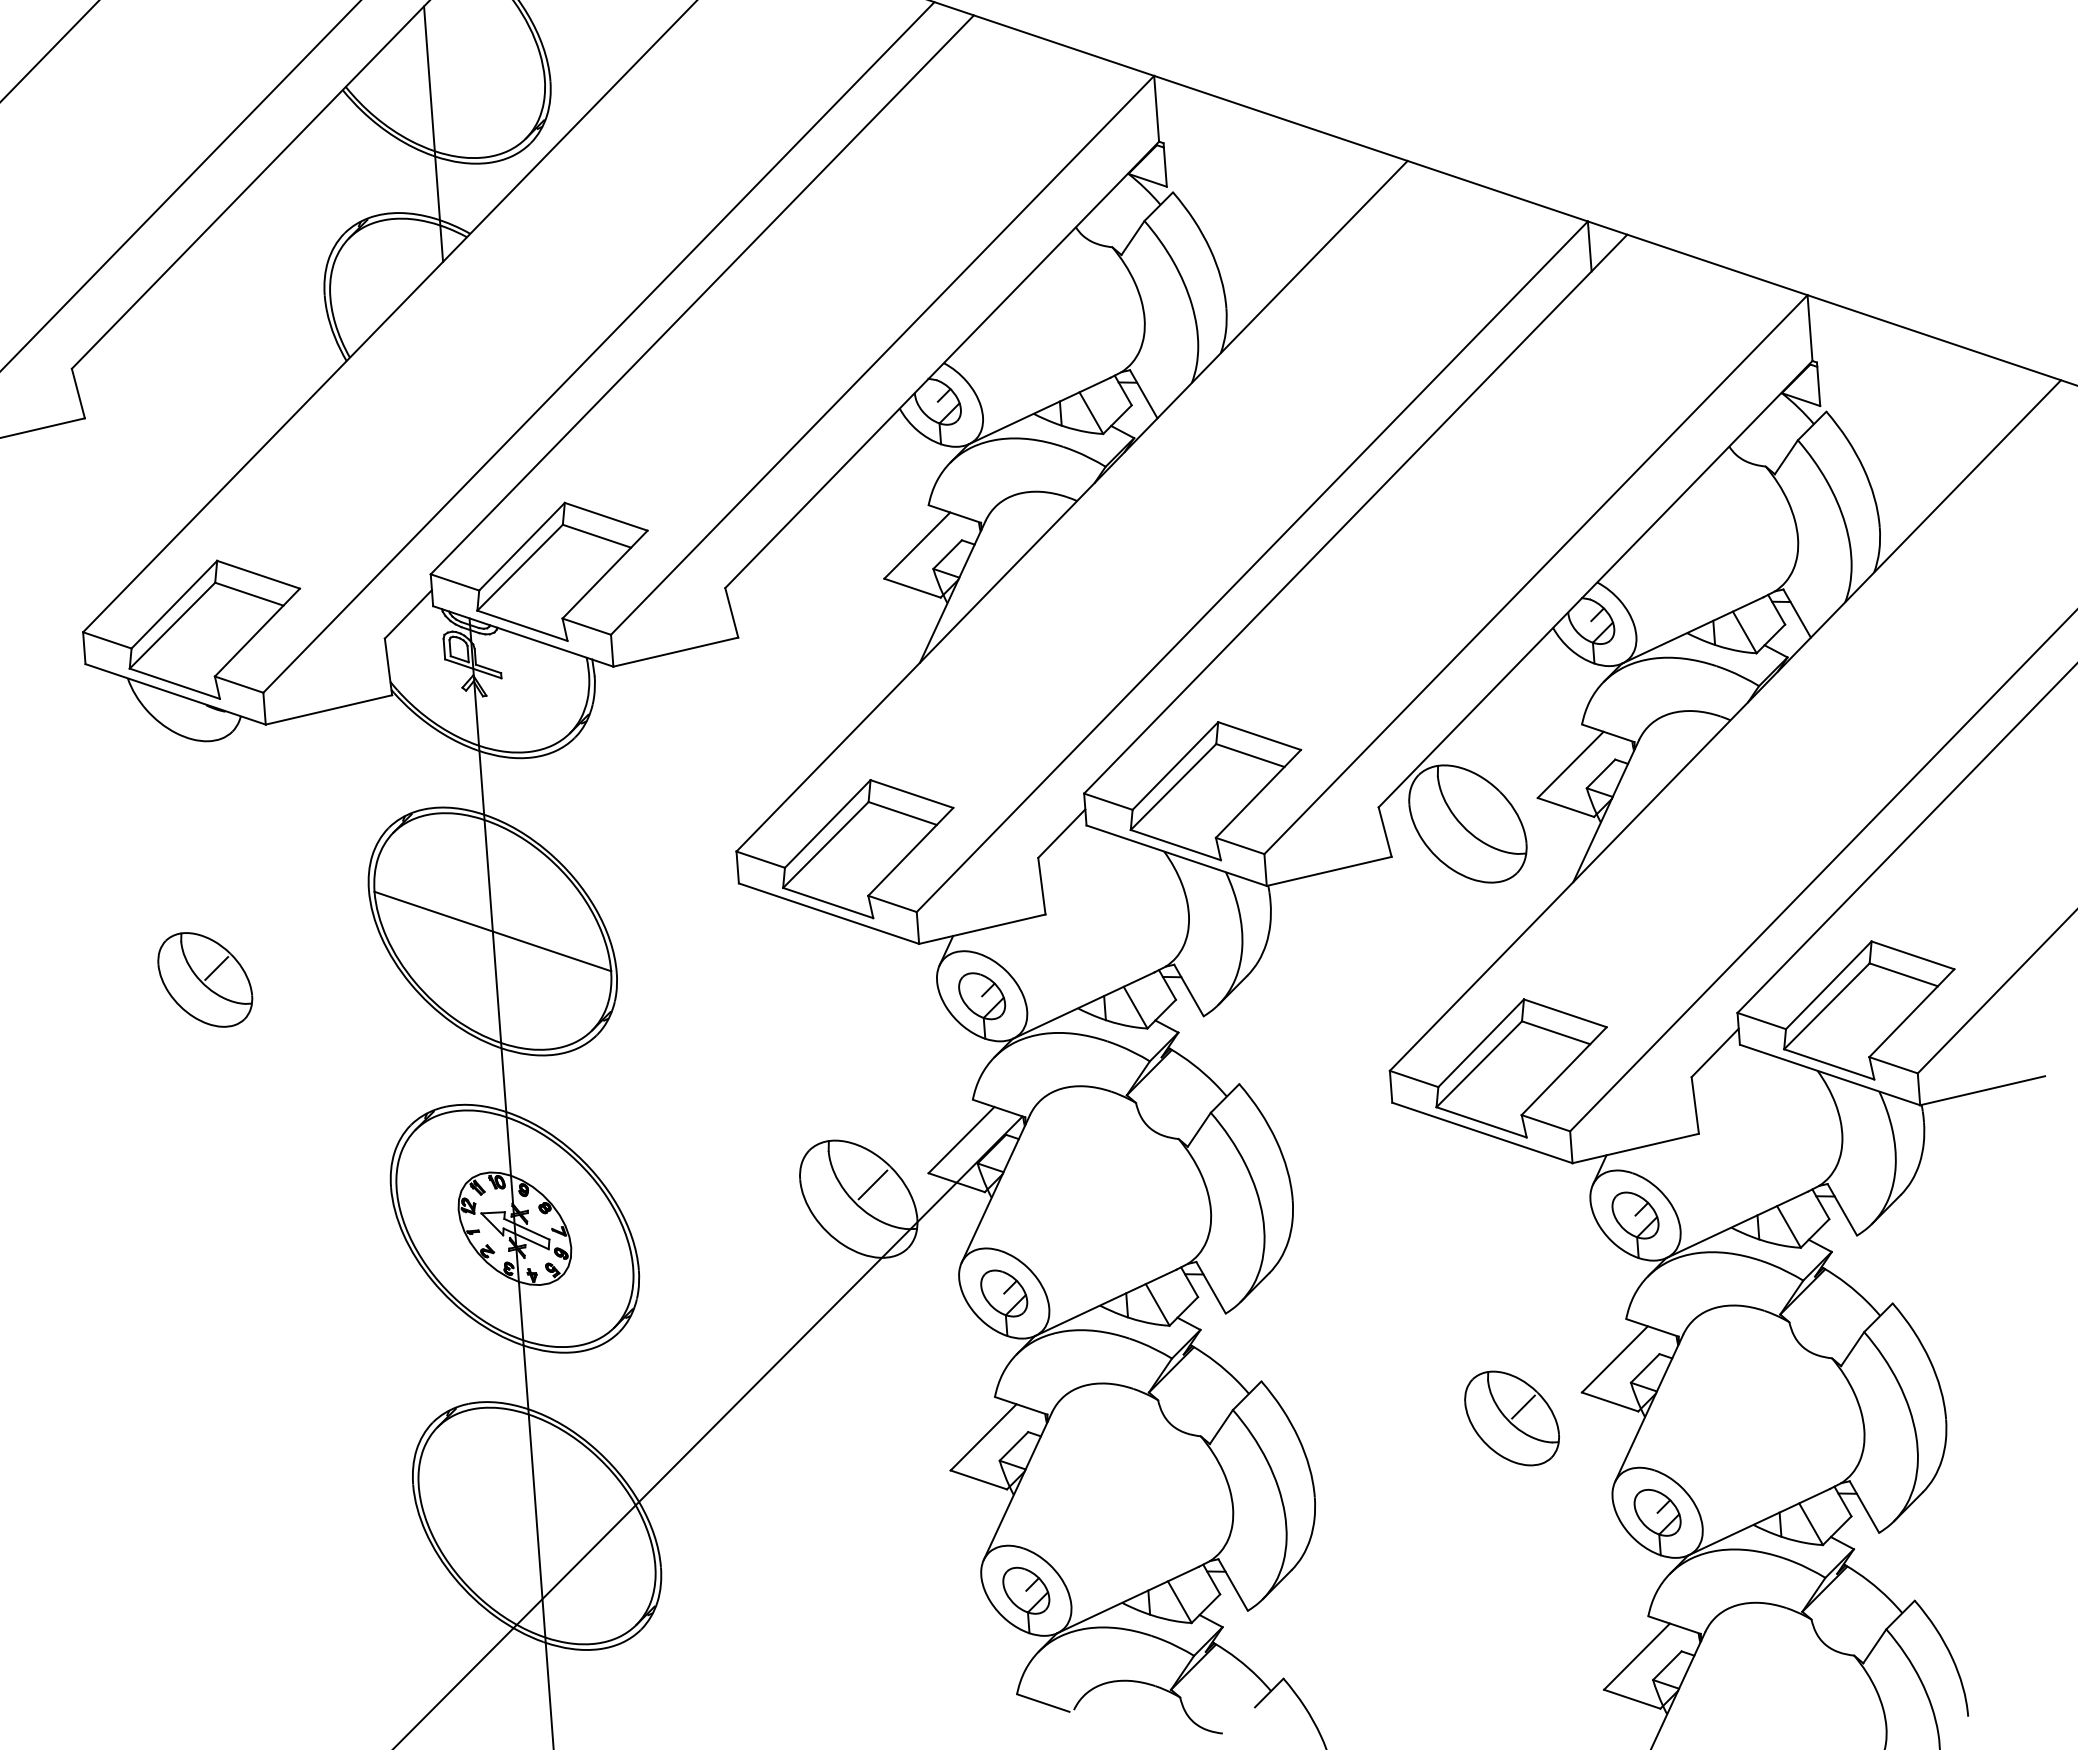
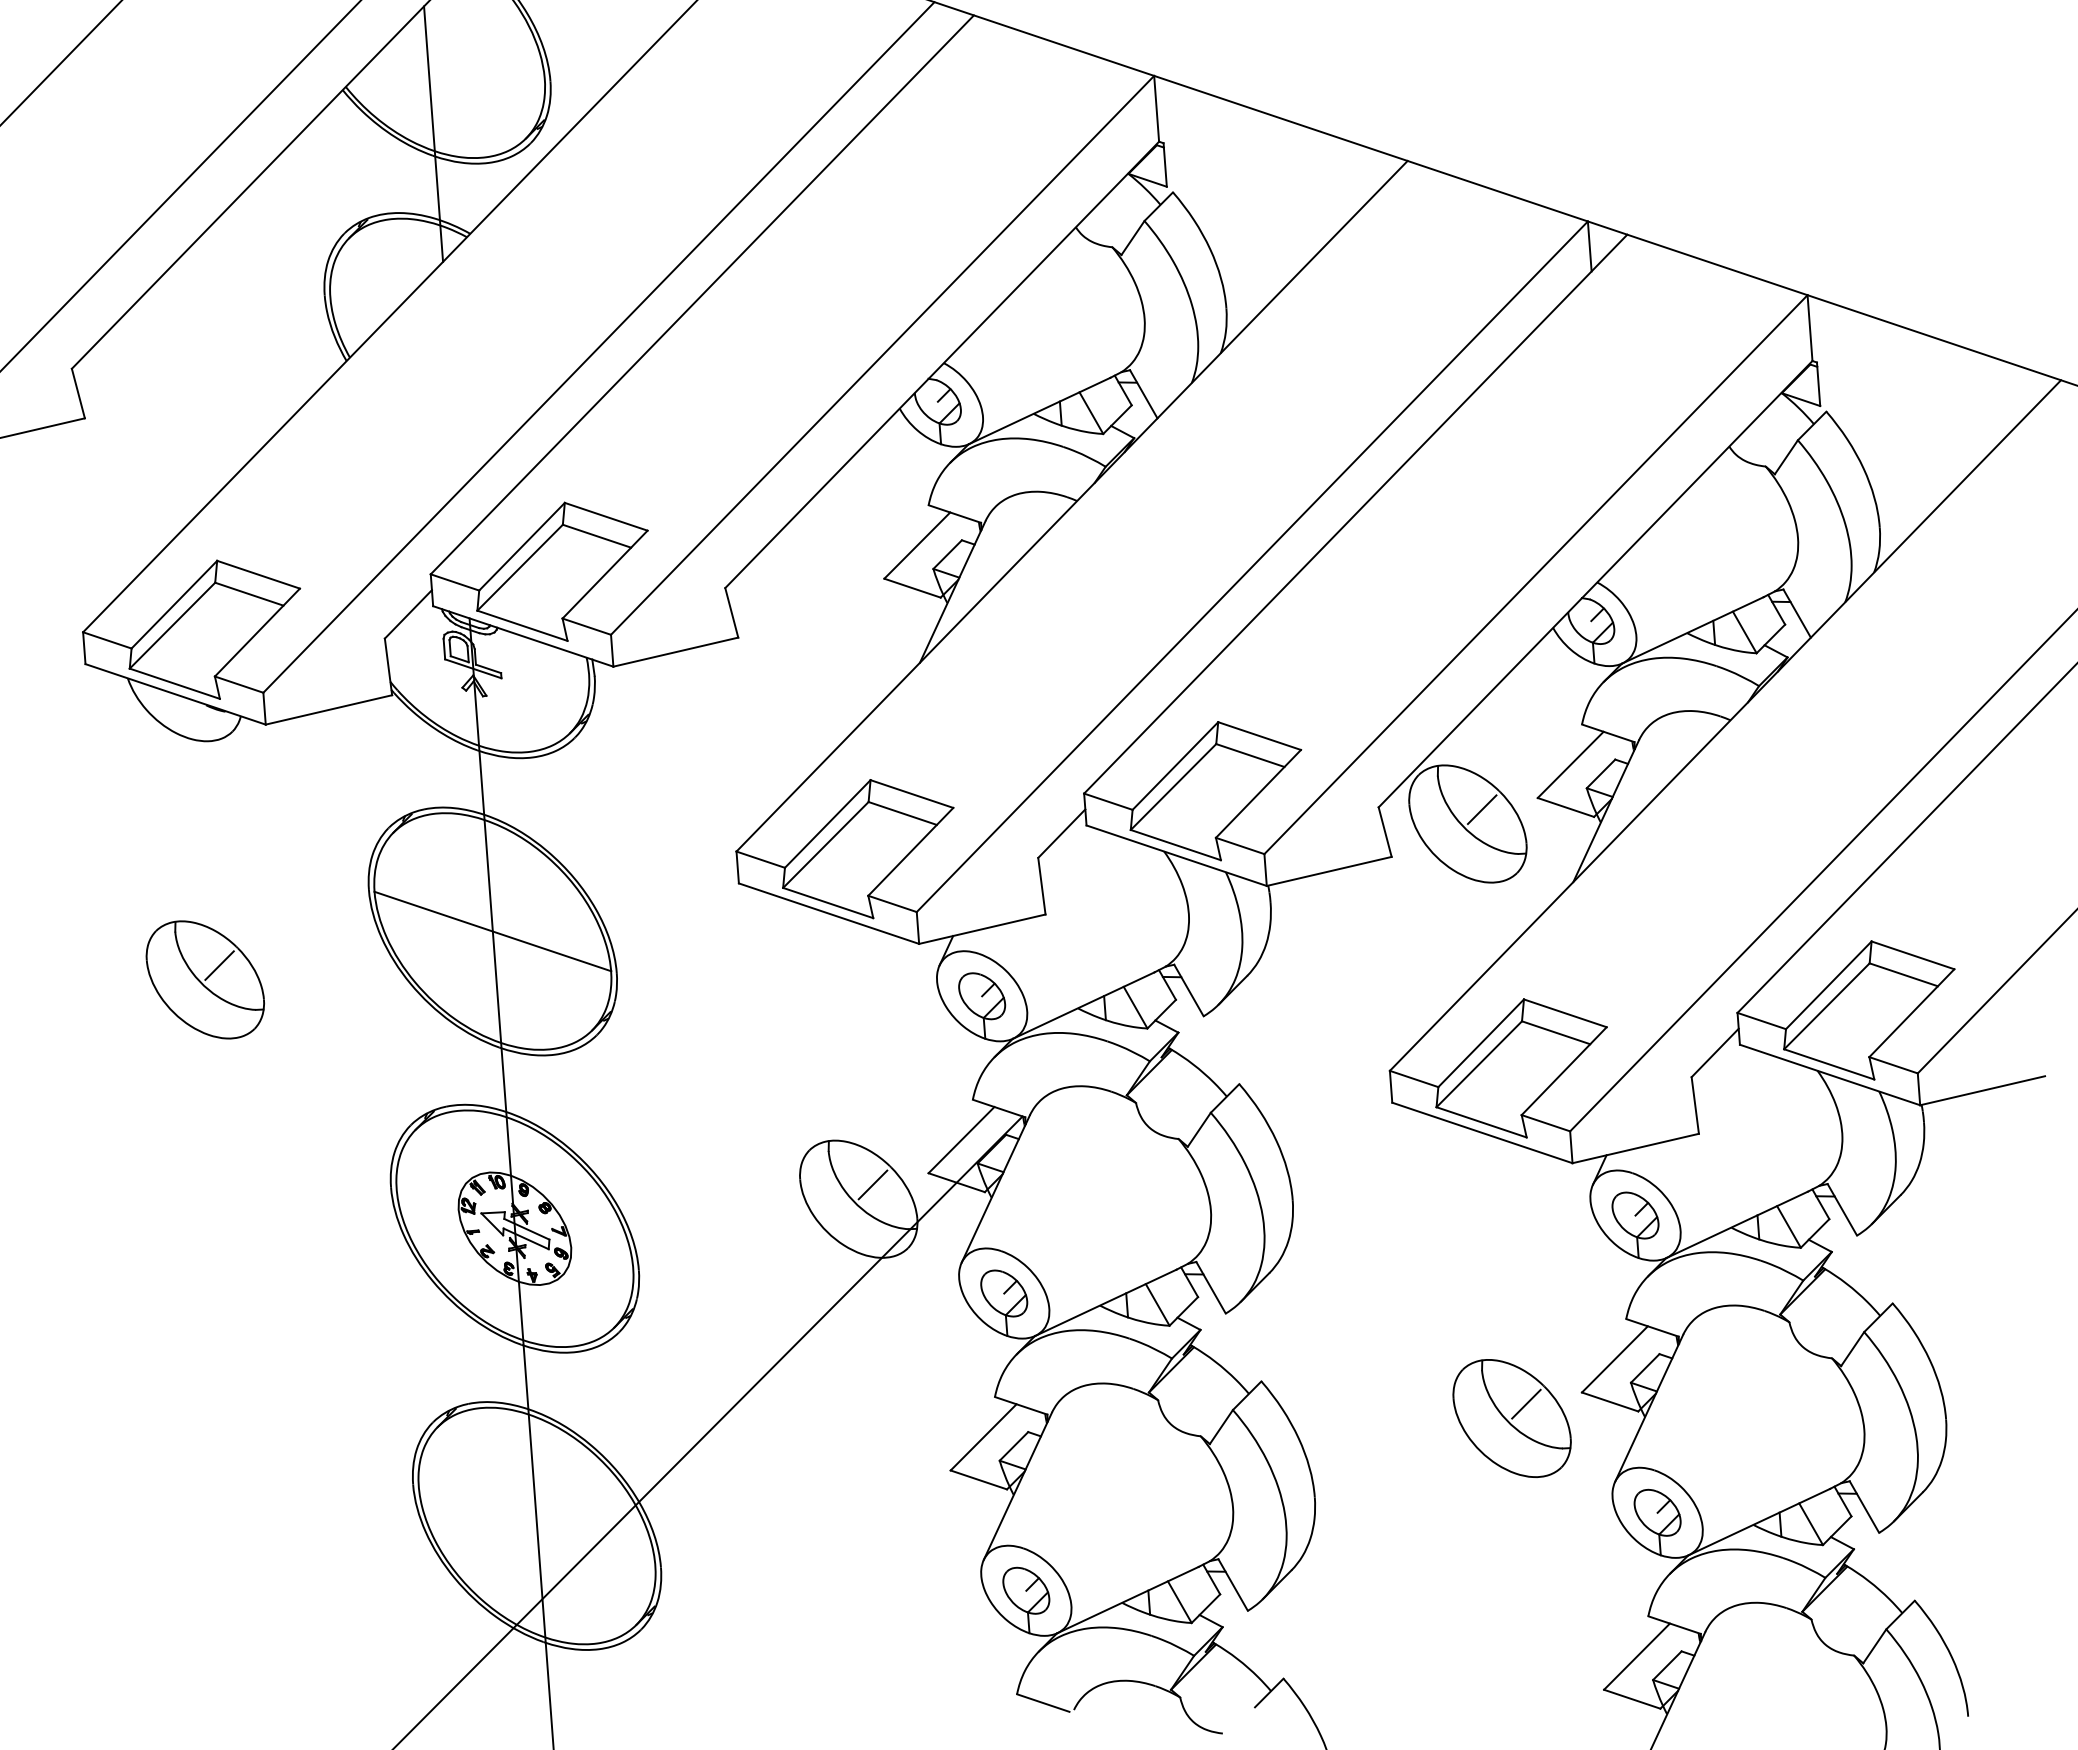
line at (49, 51) position: (49, 51) -> (61, 62)
line at (1481, 809): none -> present
part at (205, 979) size: 97x96 px -> 120x120 px
part at (1511, 1418) size: 96x97 px -> 120x119 px
